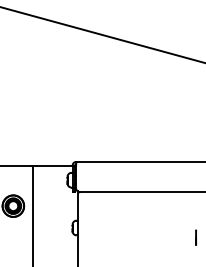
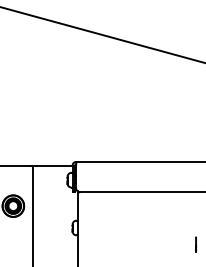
line at (195, 237) position: (195, 237) -> (195, 244)
